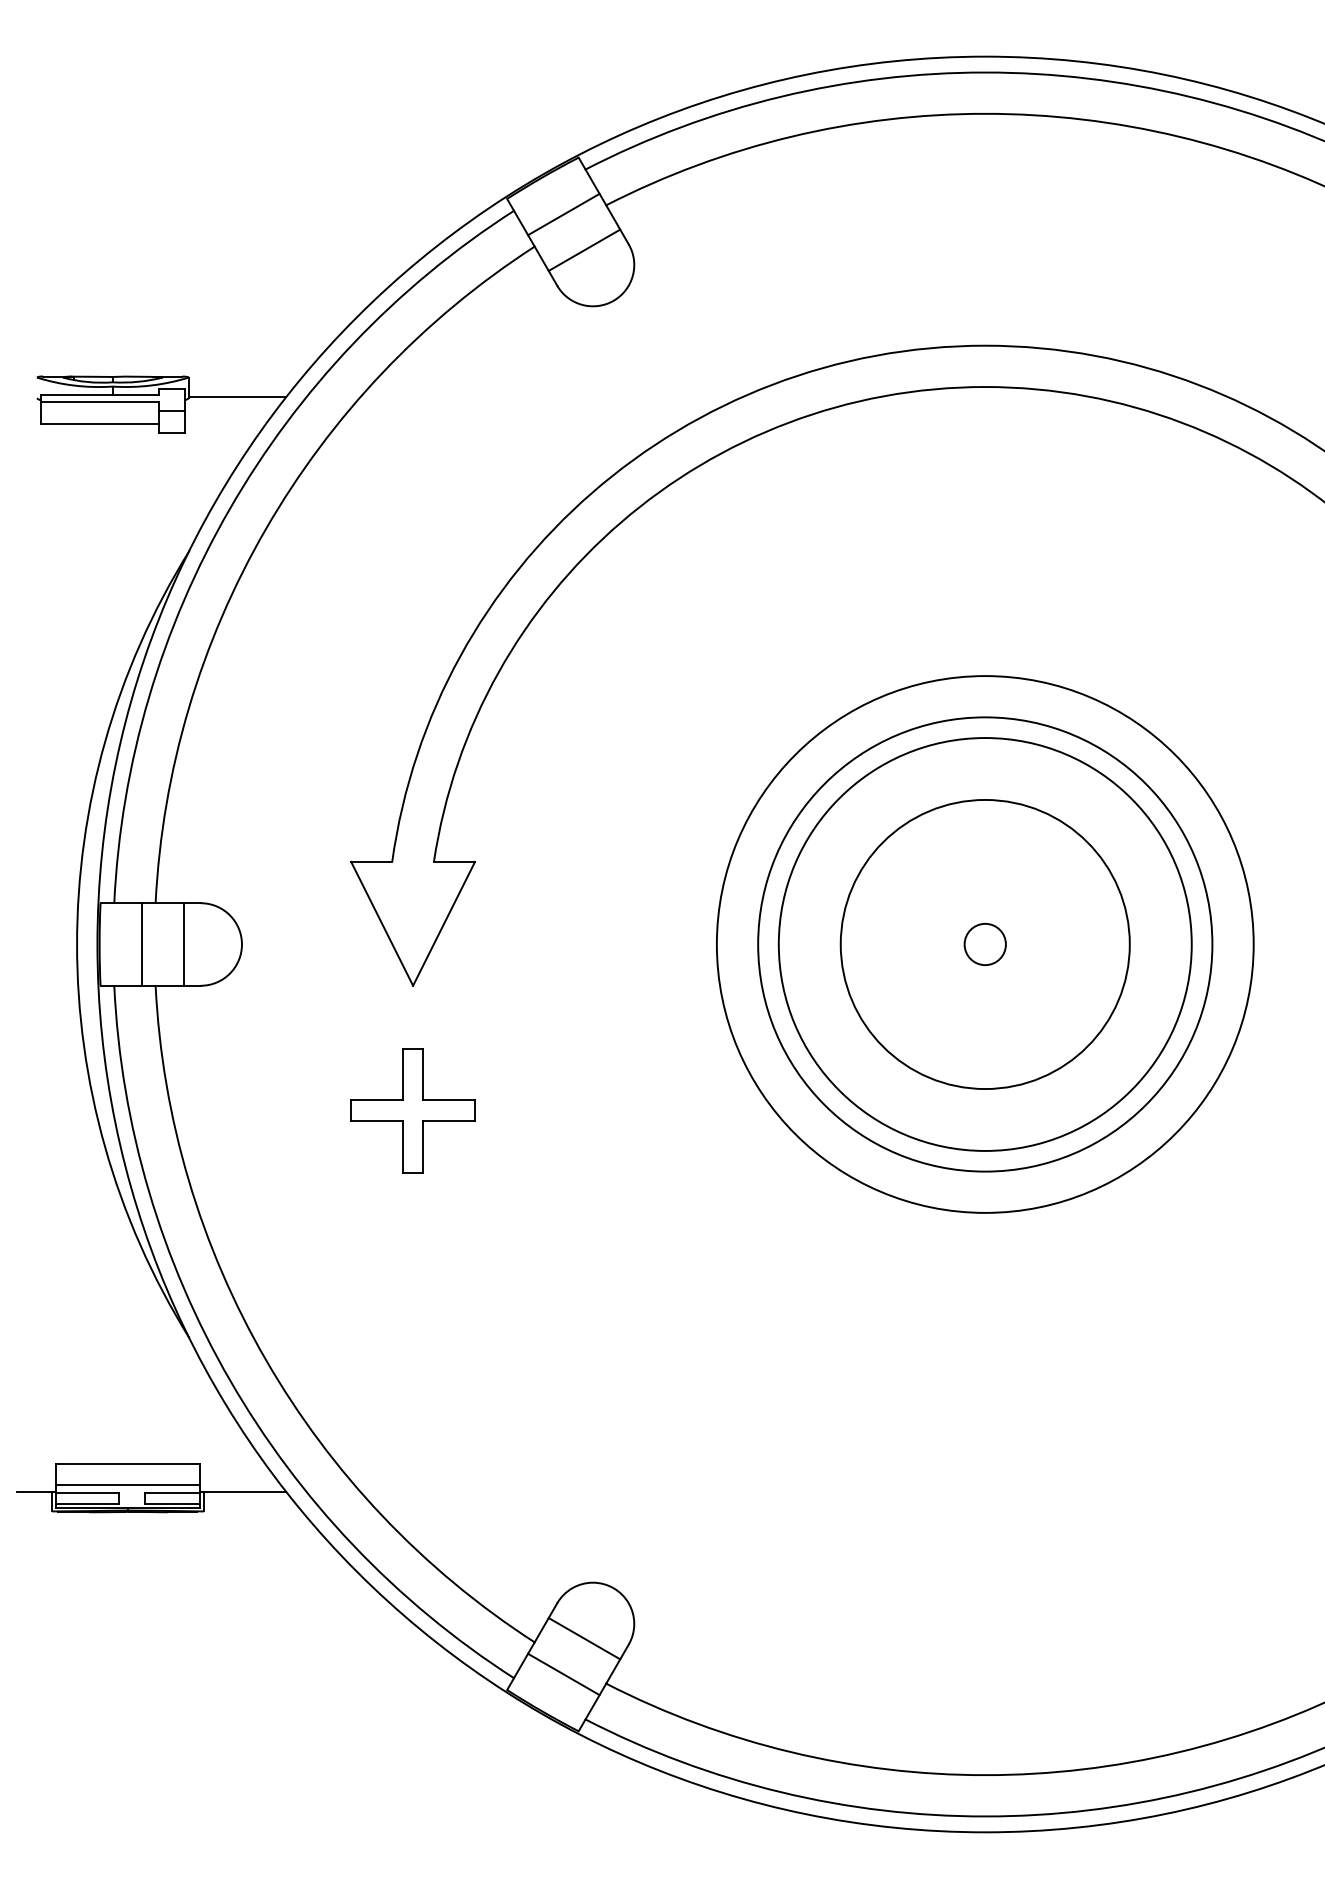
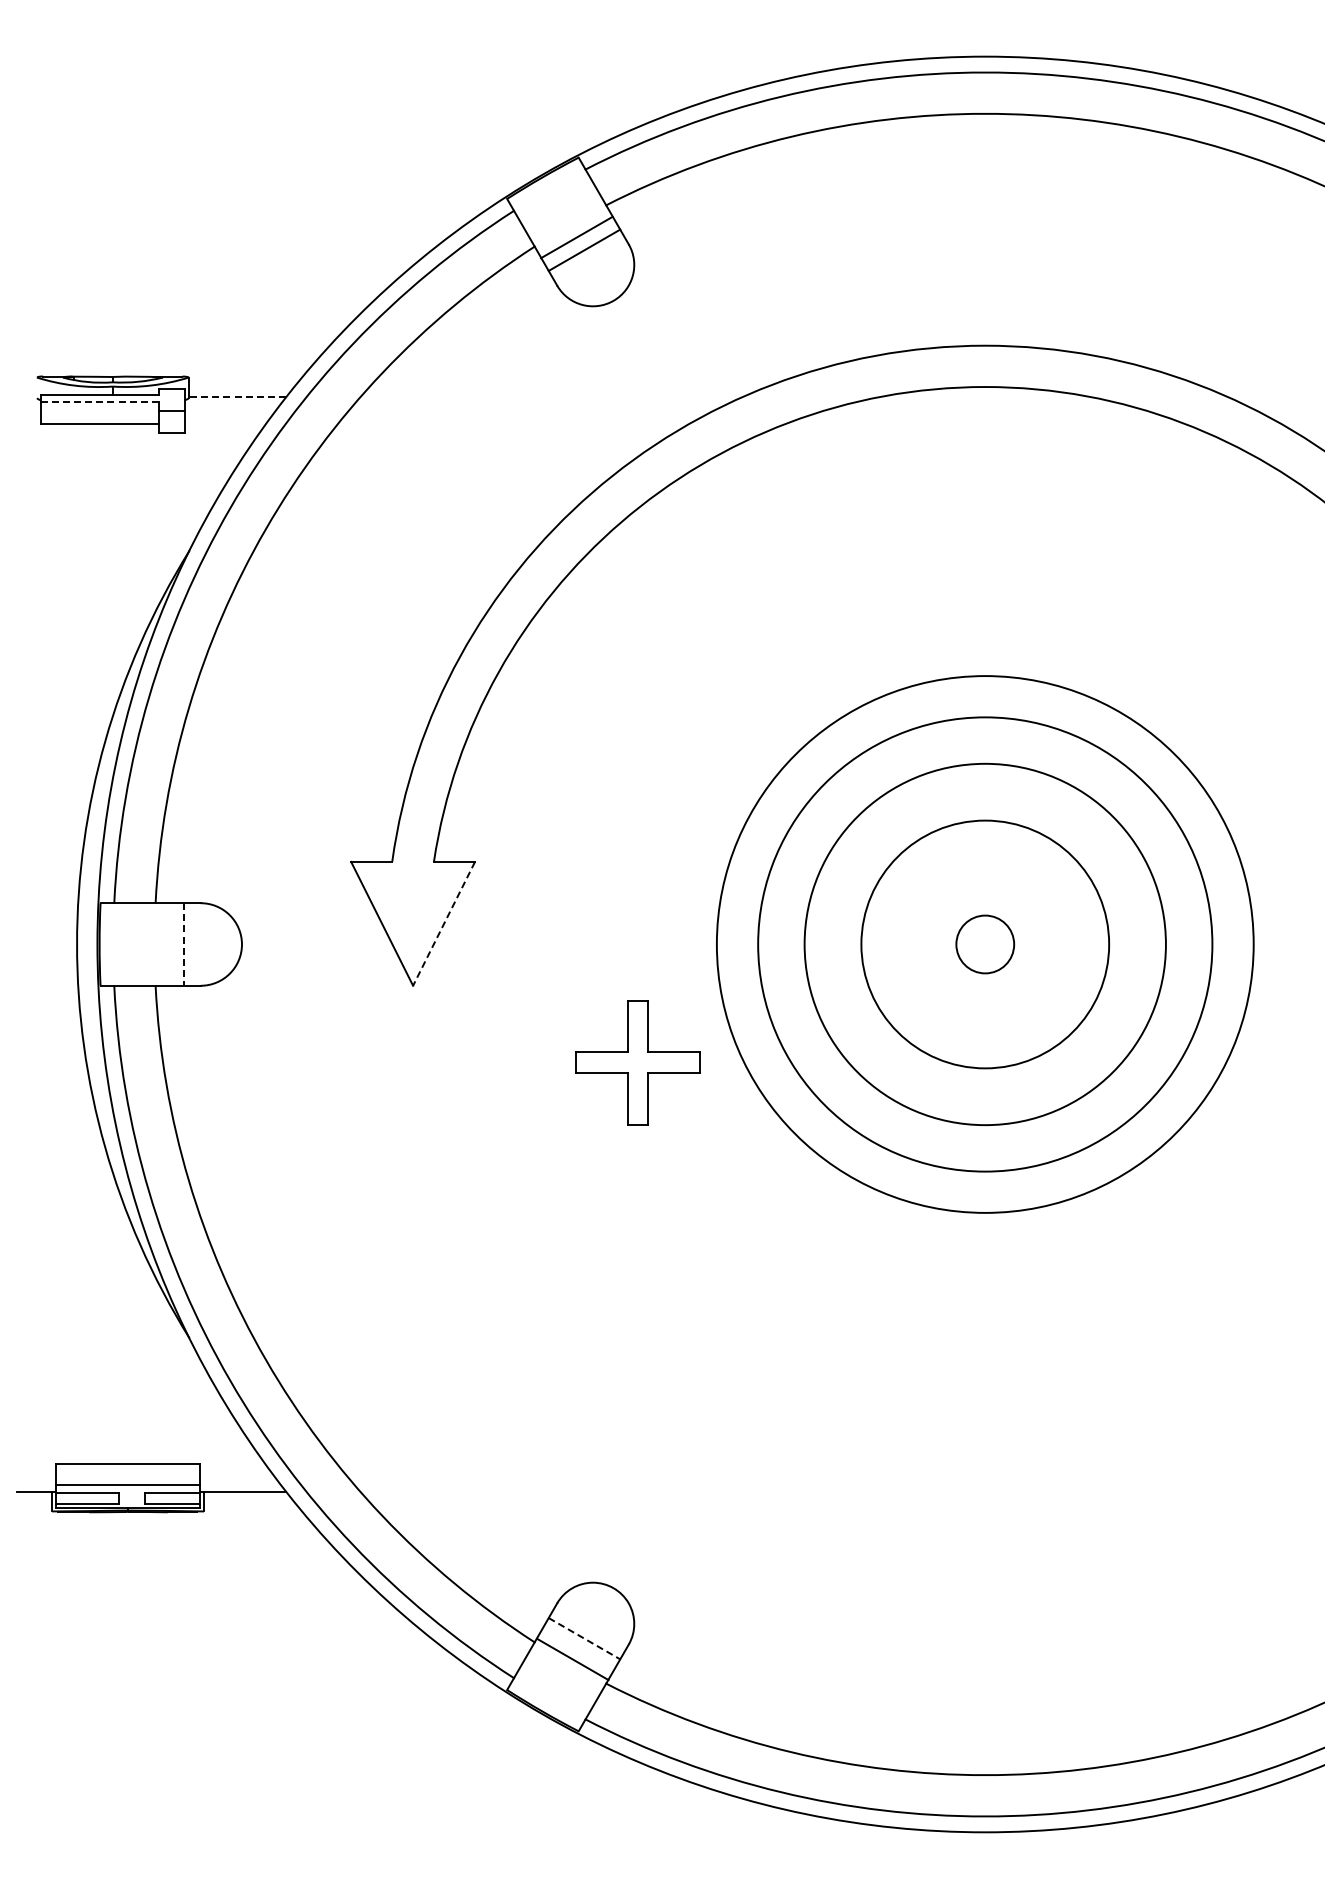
line at (563, 214) position: (563, 214) -> (576, 237)
line at (237, 397): solid -> dashed
line at (100, 402): solid -> dashed
line at (443, 924): solid -> dashed
line at (142, 944): present -> none
line at (183, 944): solid -> dashed
circle at (984, 944) diameter: 289 px -> 361 px
circle at (984, 944) diameter: 41 px -> 58 px
circle at (984, 944) diameter: 413 px -> 248 px
part at (412, 1110) position: (412, 1110) -> (637, 1062)
line at (584, 1638): solid -> dashed
line at (563, 1674) position: (563, 1674) -> (572, 1659)
